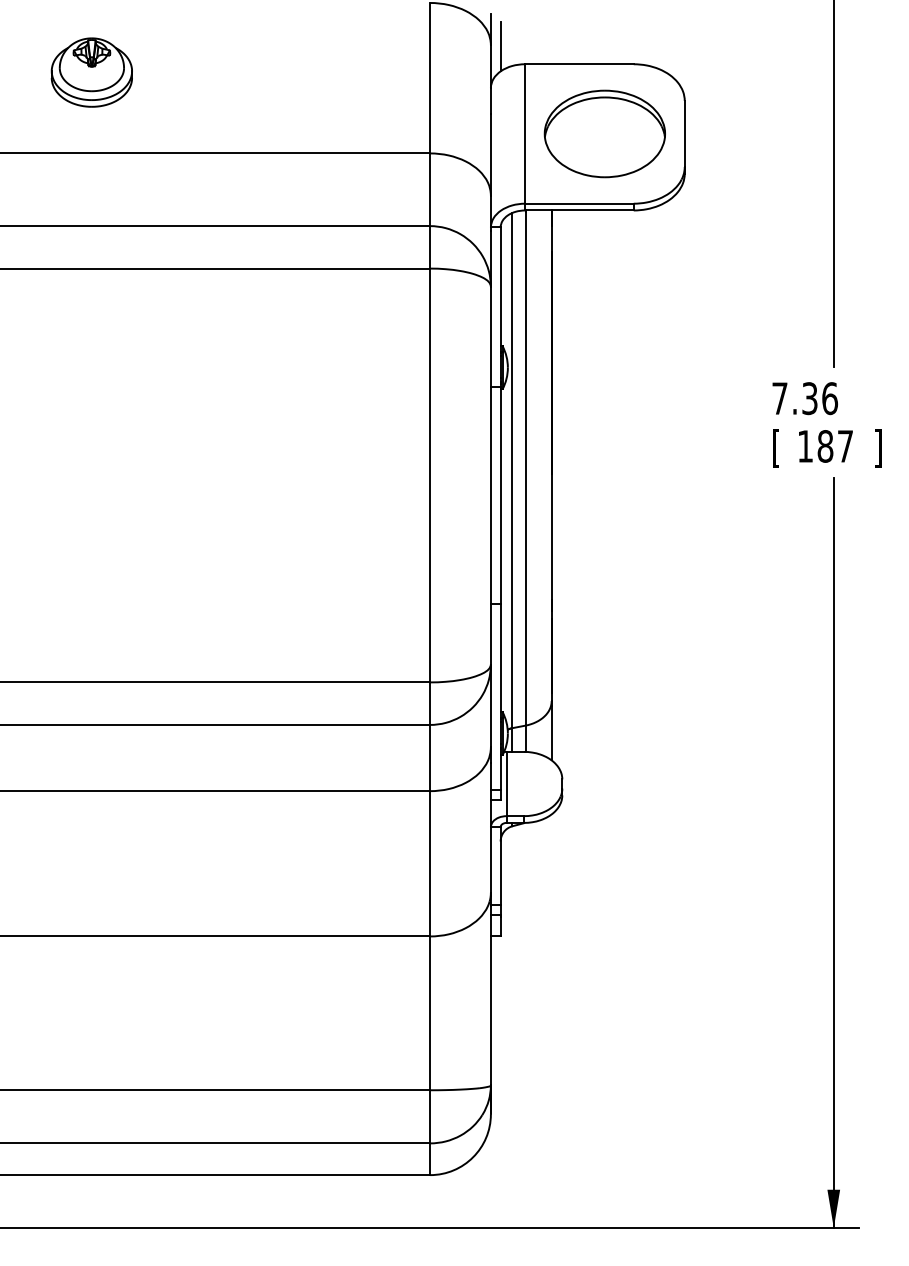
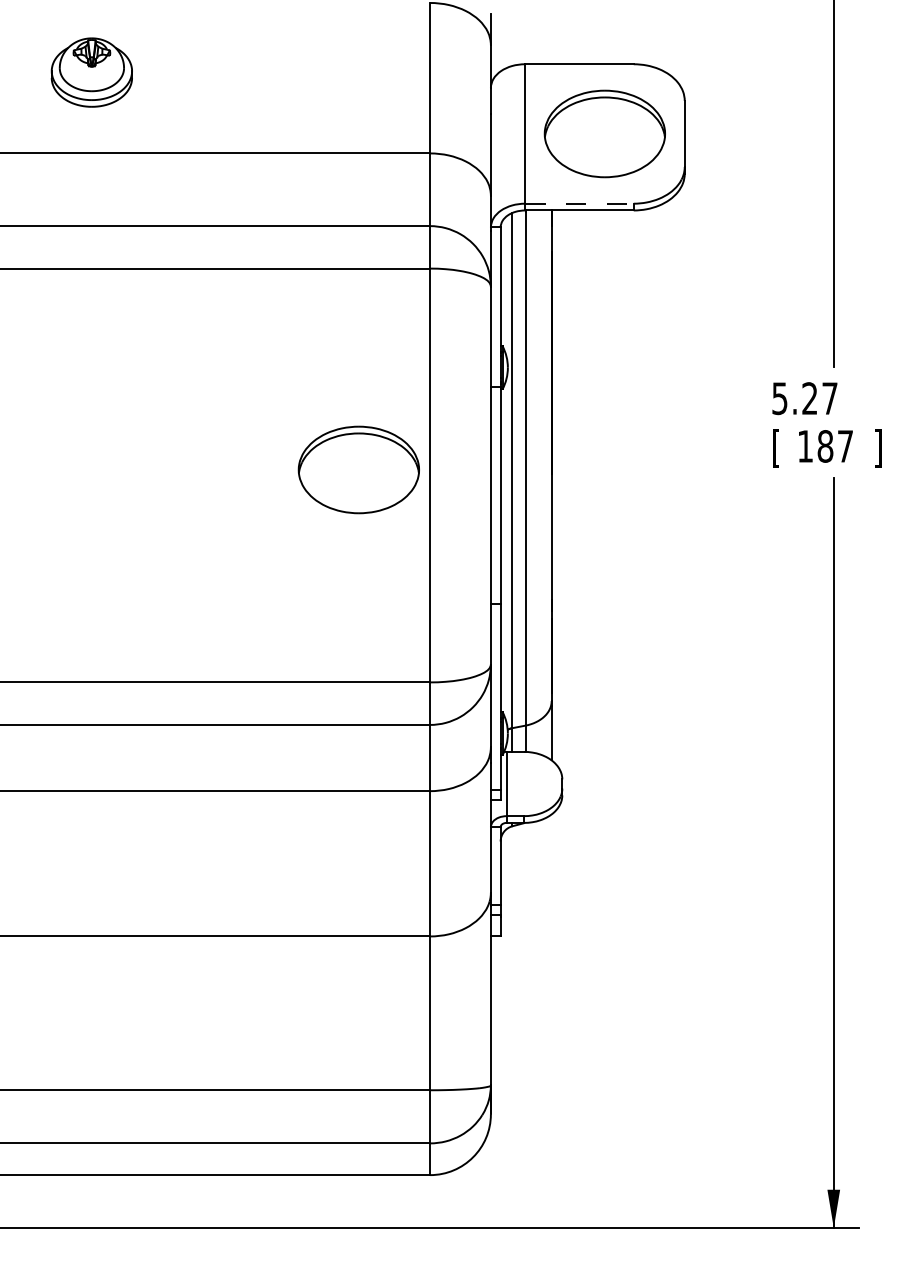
line at (500, 46): present -> none
line at (579, 203): solid -> dashed
text at (805, 398): 7.36 -> 5.27
part at (358, 469): none -> present
